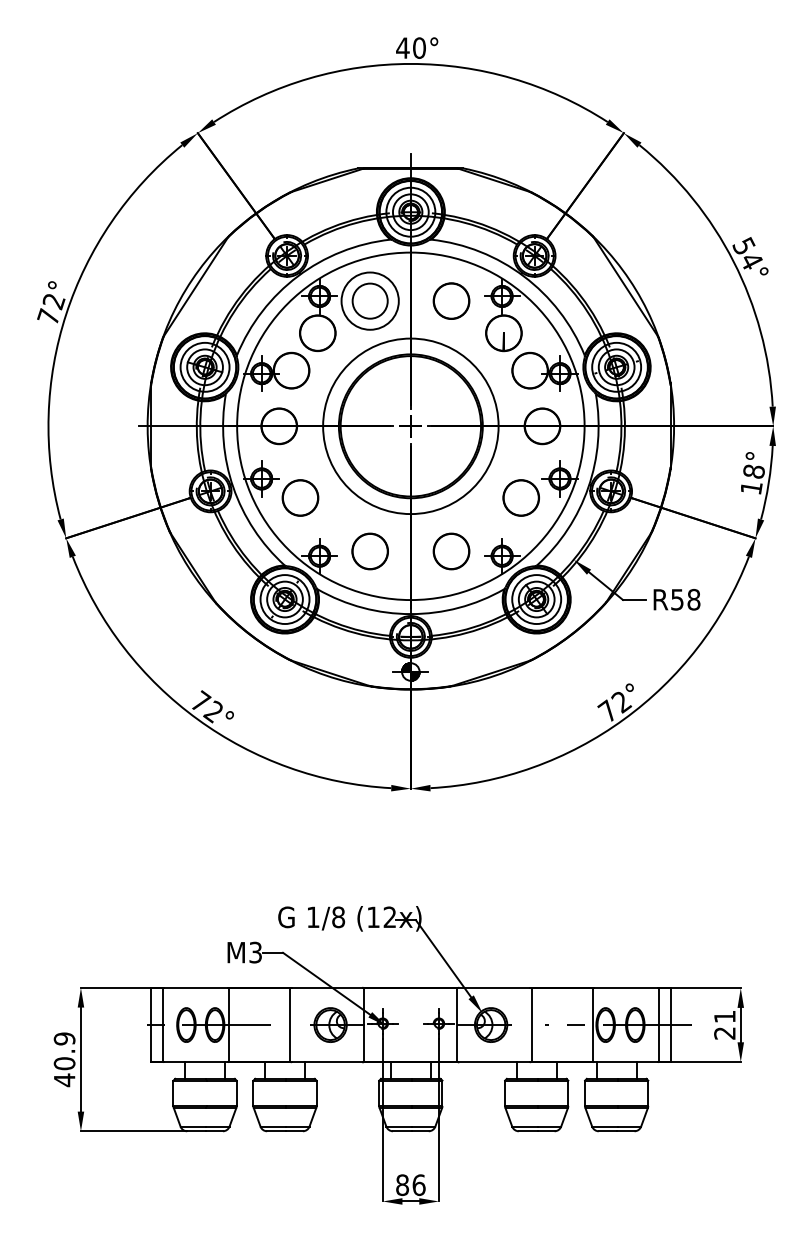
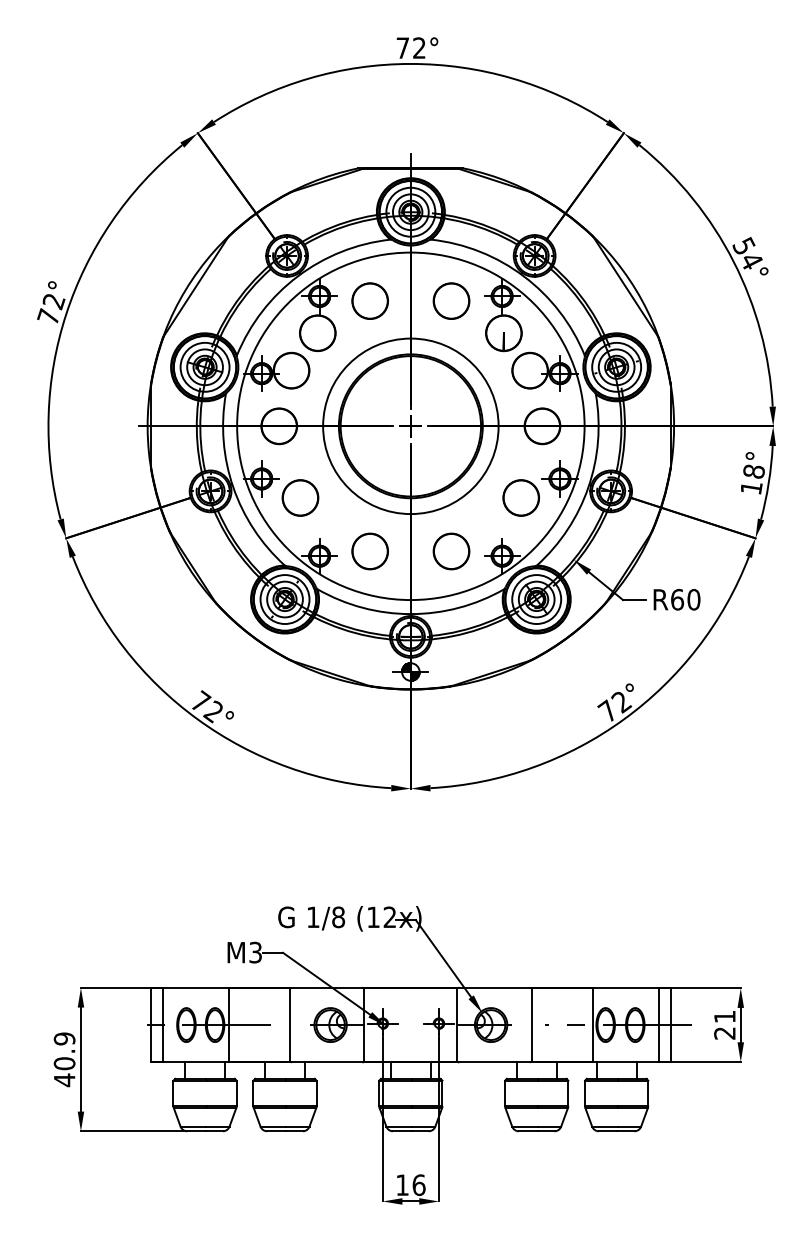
text at (410, 47): 40° -> 72°
circle at (369, 300) diameter: 57 px -> 36 px
text at (685, 599): R58 -> R60
text at (402, 1185): 86 -> 16
